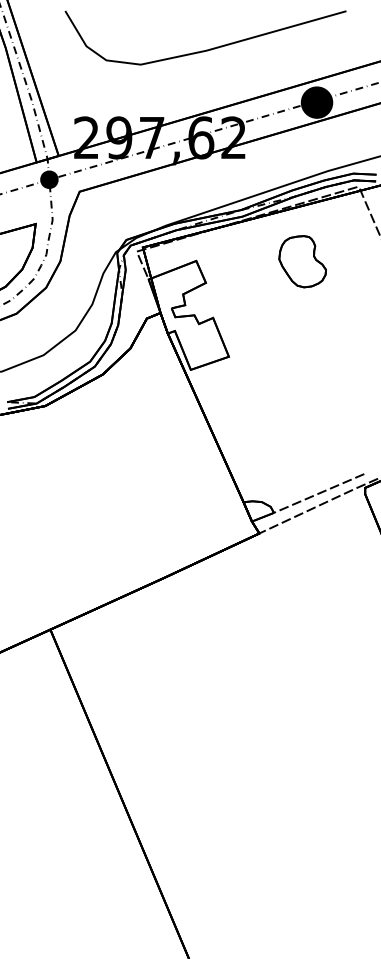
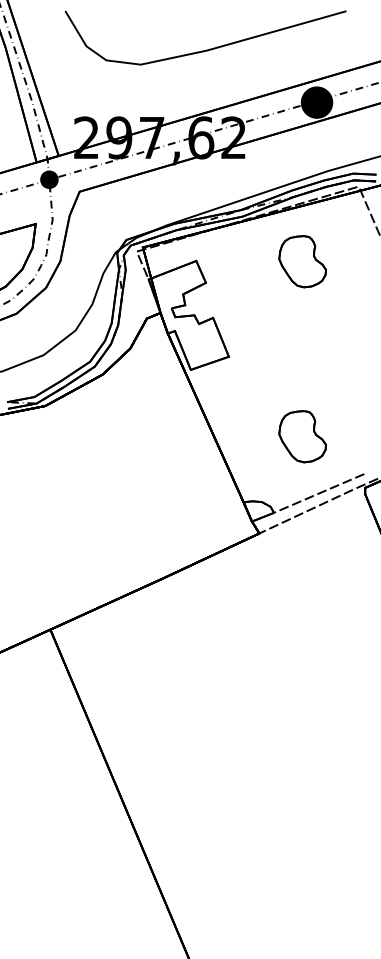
part at (302, 436): none -> present
